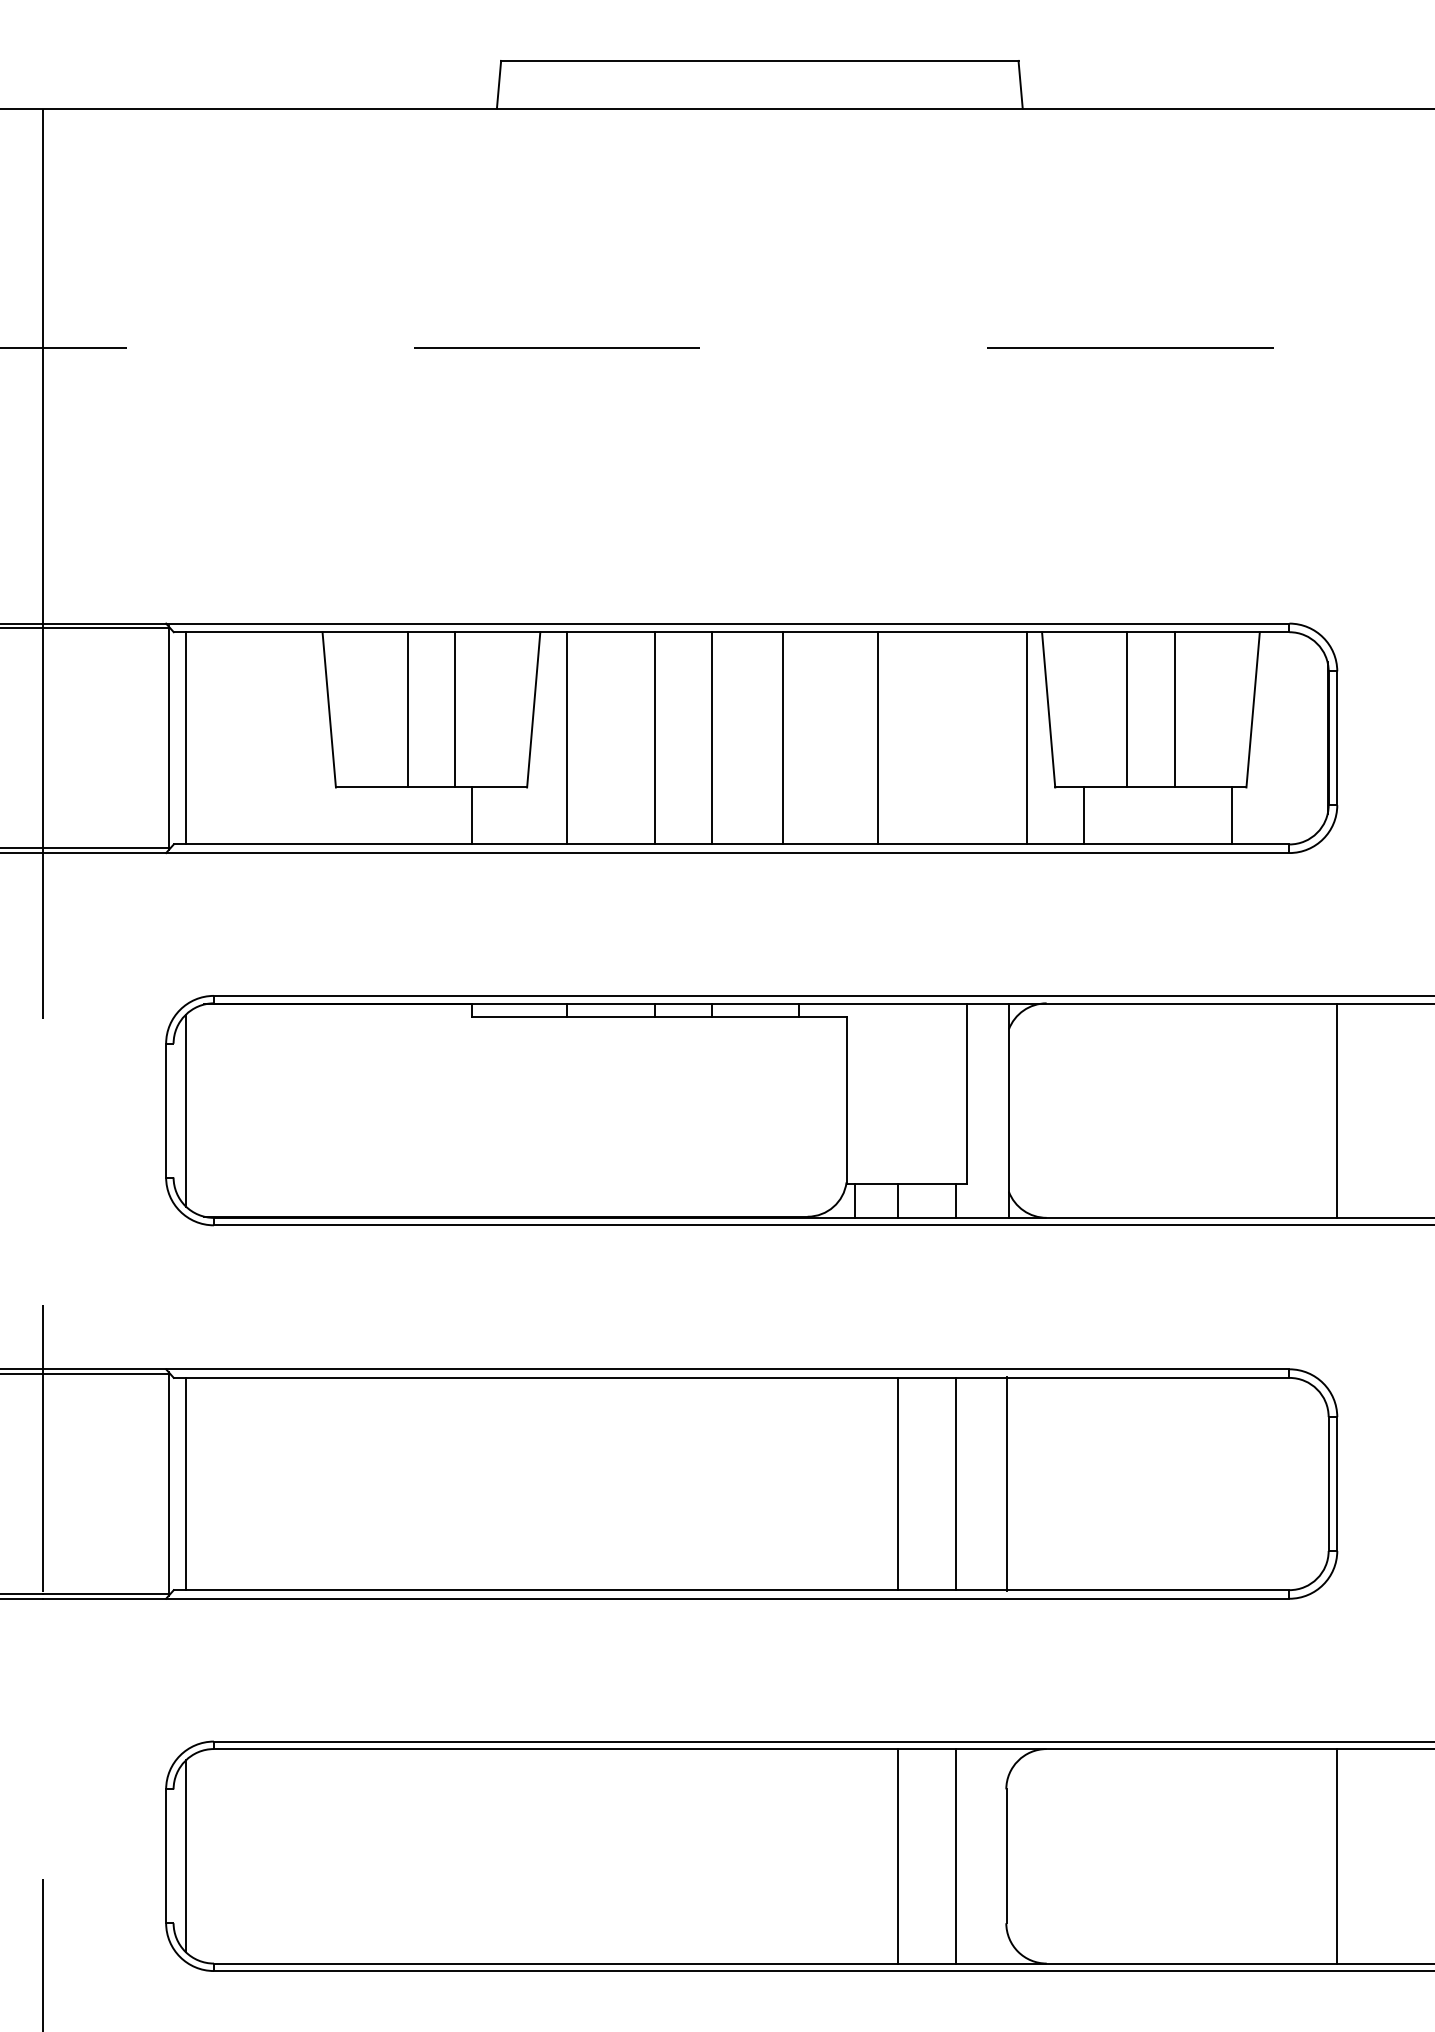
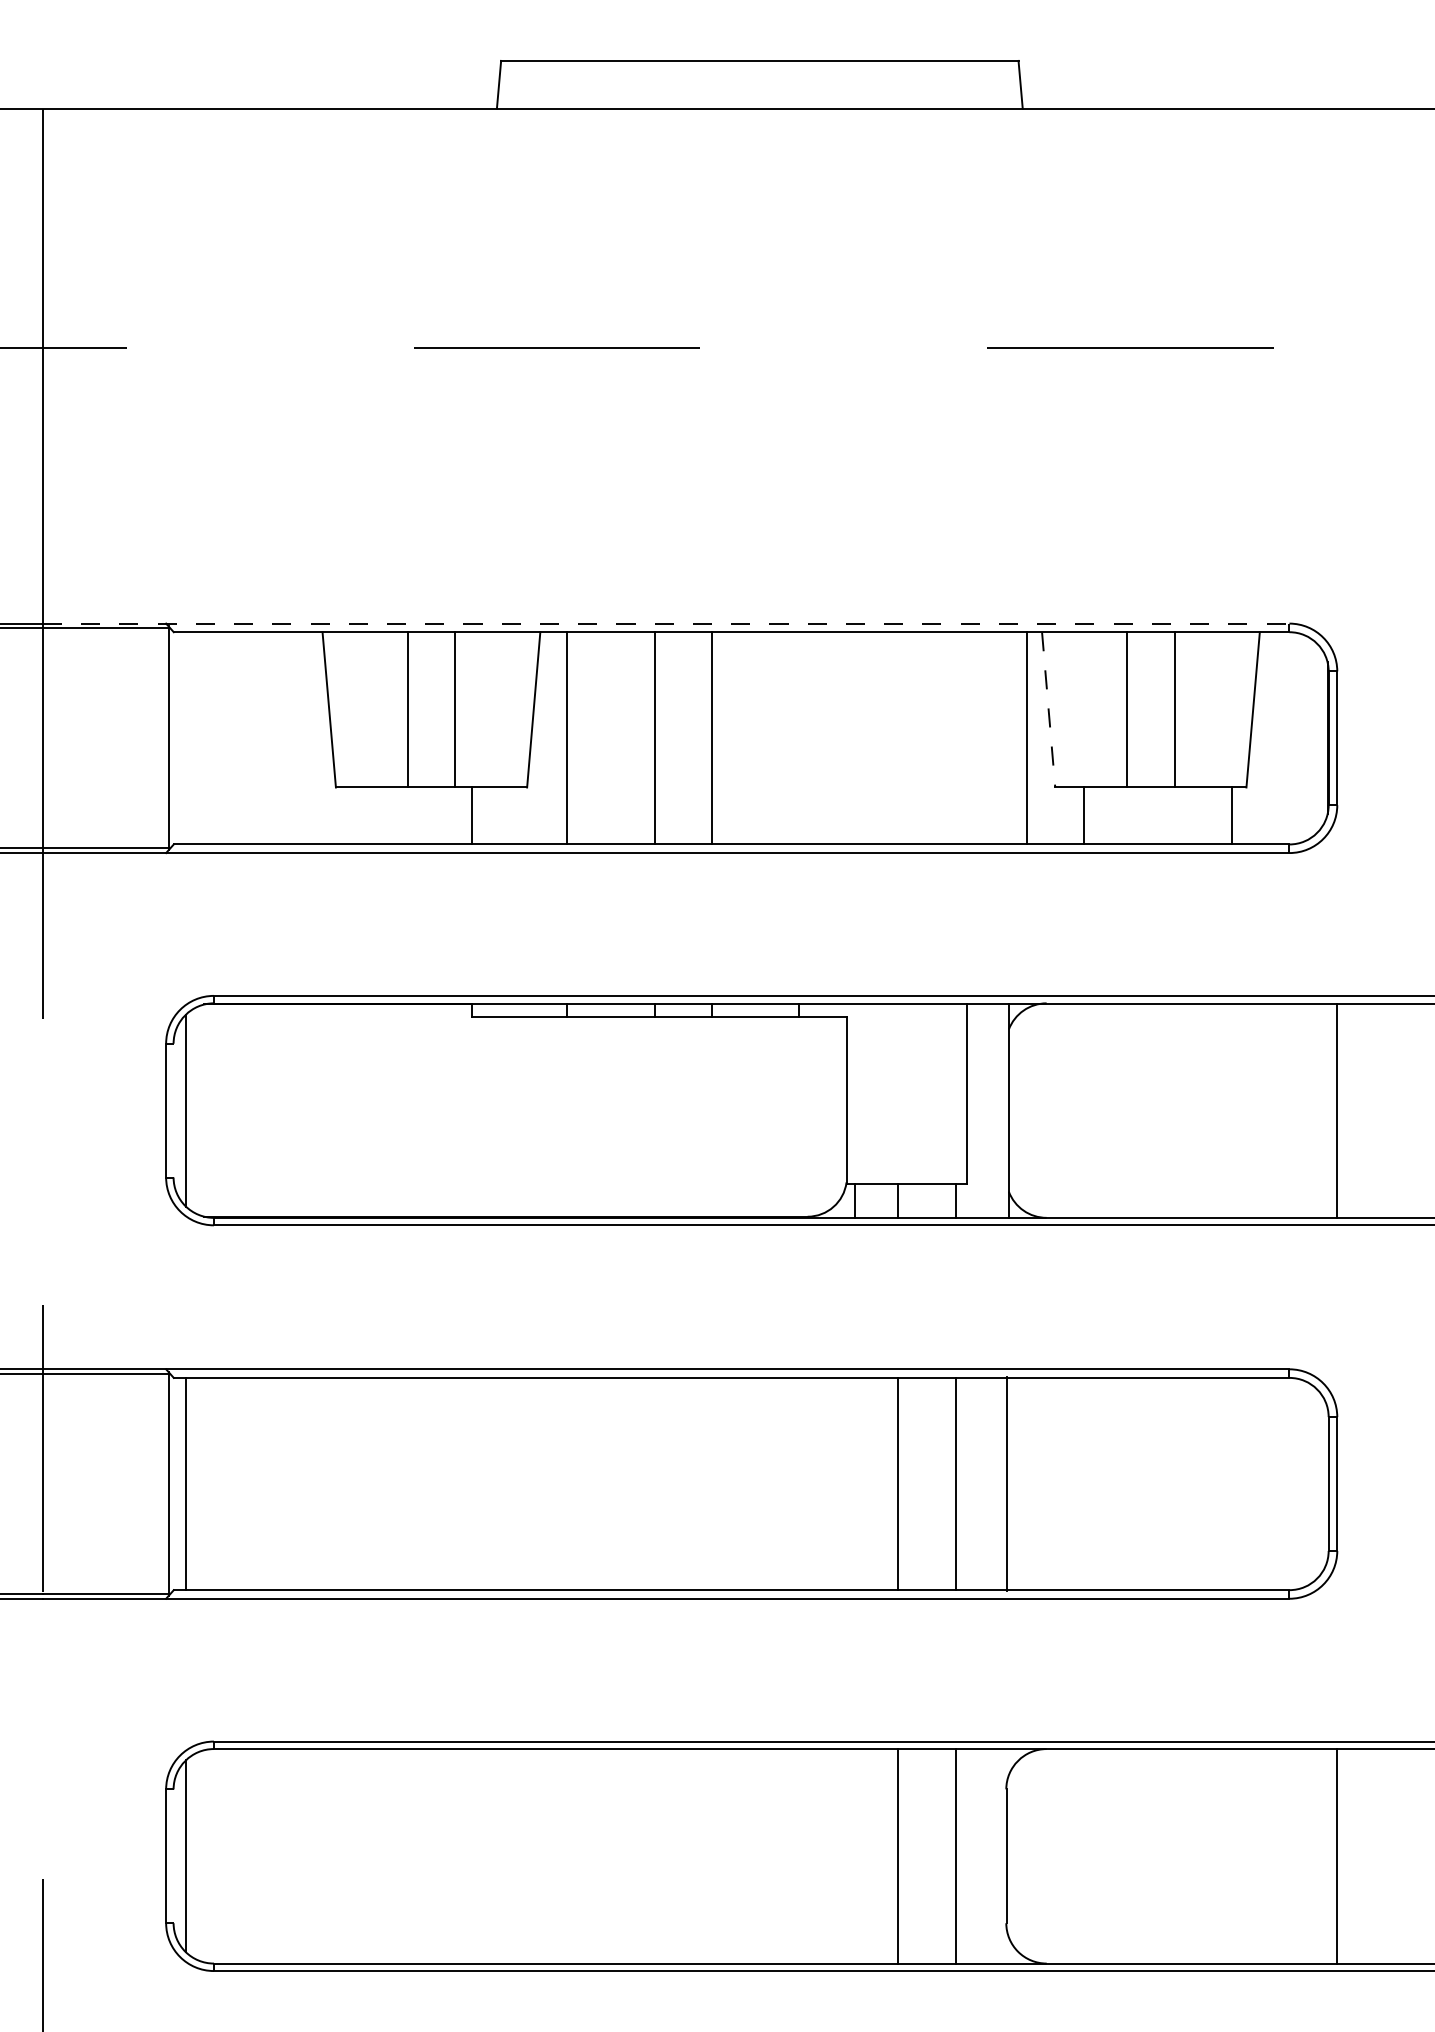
line at (666, 623): solid -> dashed
line at (1048, 709): solid -> dashed
line at (186, 738): present -> none
line at (782, 738): present -> none
line at (878, 738): present -> none
